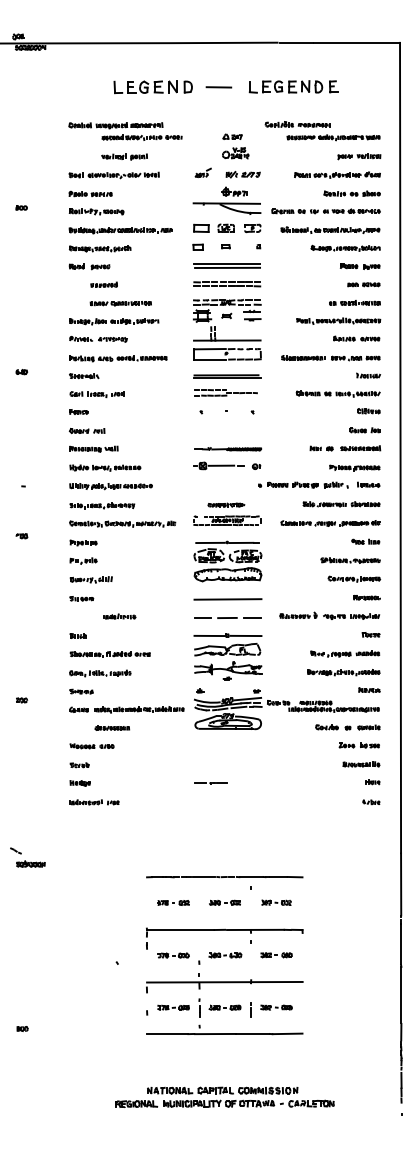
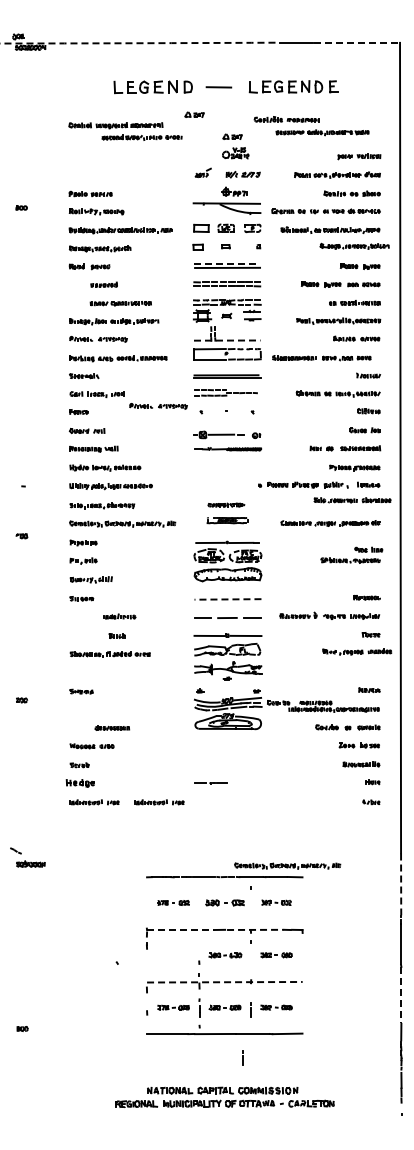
line at (357, 42): solid -> dashed
arc at (139, 43): solid -> dashed
part at (194, 114): none -> present
part at (322, 131) position: (322, 131) -> (311, 126)
part at (124, 156): present -> none
part at (113, 175): present -> none
part at (345, 247) position: (345, 247) -> (354, 245)
line at (227, 263): solid -> dashed
part at (320, 284): none -> present
line at (227, 340): solid -> dashed
part at (330, 358) position: (330, 358) -> (321, 358)
part at (21, 372): present -> none
part at (158, 406): none -> present
part at (227, 465) position: (227, 465) -> (227, 434)
part at (341, 504) position: (341, 504) -> (352, 500)
part at (227, 520) size: 69x11 px -> 43x8 px
part at (365, 541) position: (365, 541) -> (368, 549)
part at (354, 578): present -> none
line at (227, 599): solid -> dashed
part at (77, 635) position: (77, 635) -> (116, 635)
part at (345, 653) position: (345, 653) -> (357, 651)
part at (343, 672): present -> none
part at (100, 673): present -> none
part at (126, 709): present -> none
part at (79, 783) size: 22x7 px -> 30x9 px
part at (159, 802): none -> present
part at (287, 865): none -> present
line at (401, 884): solid -> dashed
part at (224, 902) size: 32x7 px -> 40x8 px
line at (255, 929): solid -> dashed
line at (181, 930): solid -> dashed
part at (173, 955): present -> none
line at (224, 982): solid -> dashed
line at (401, 995): solid -> dashed
line at (242, 1057): none -> present
